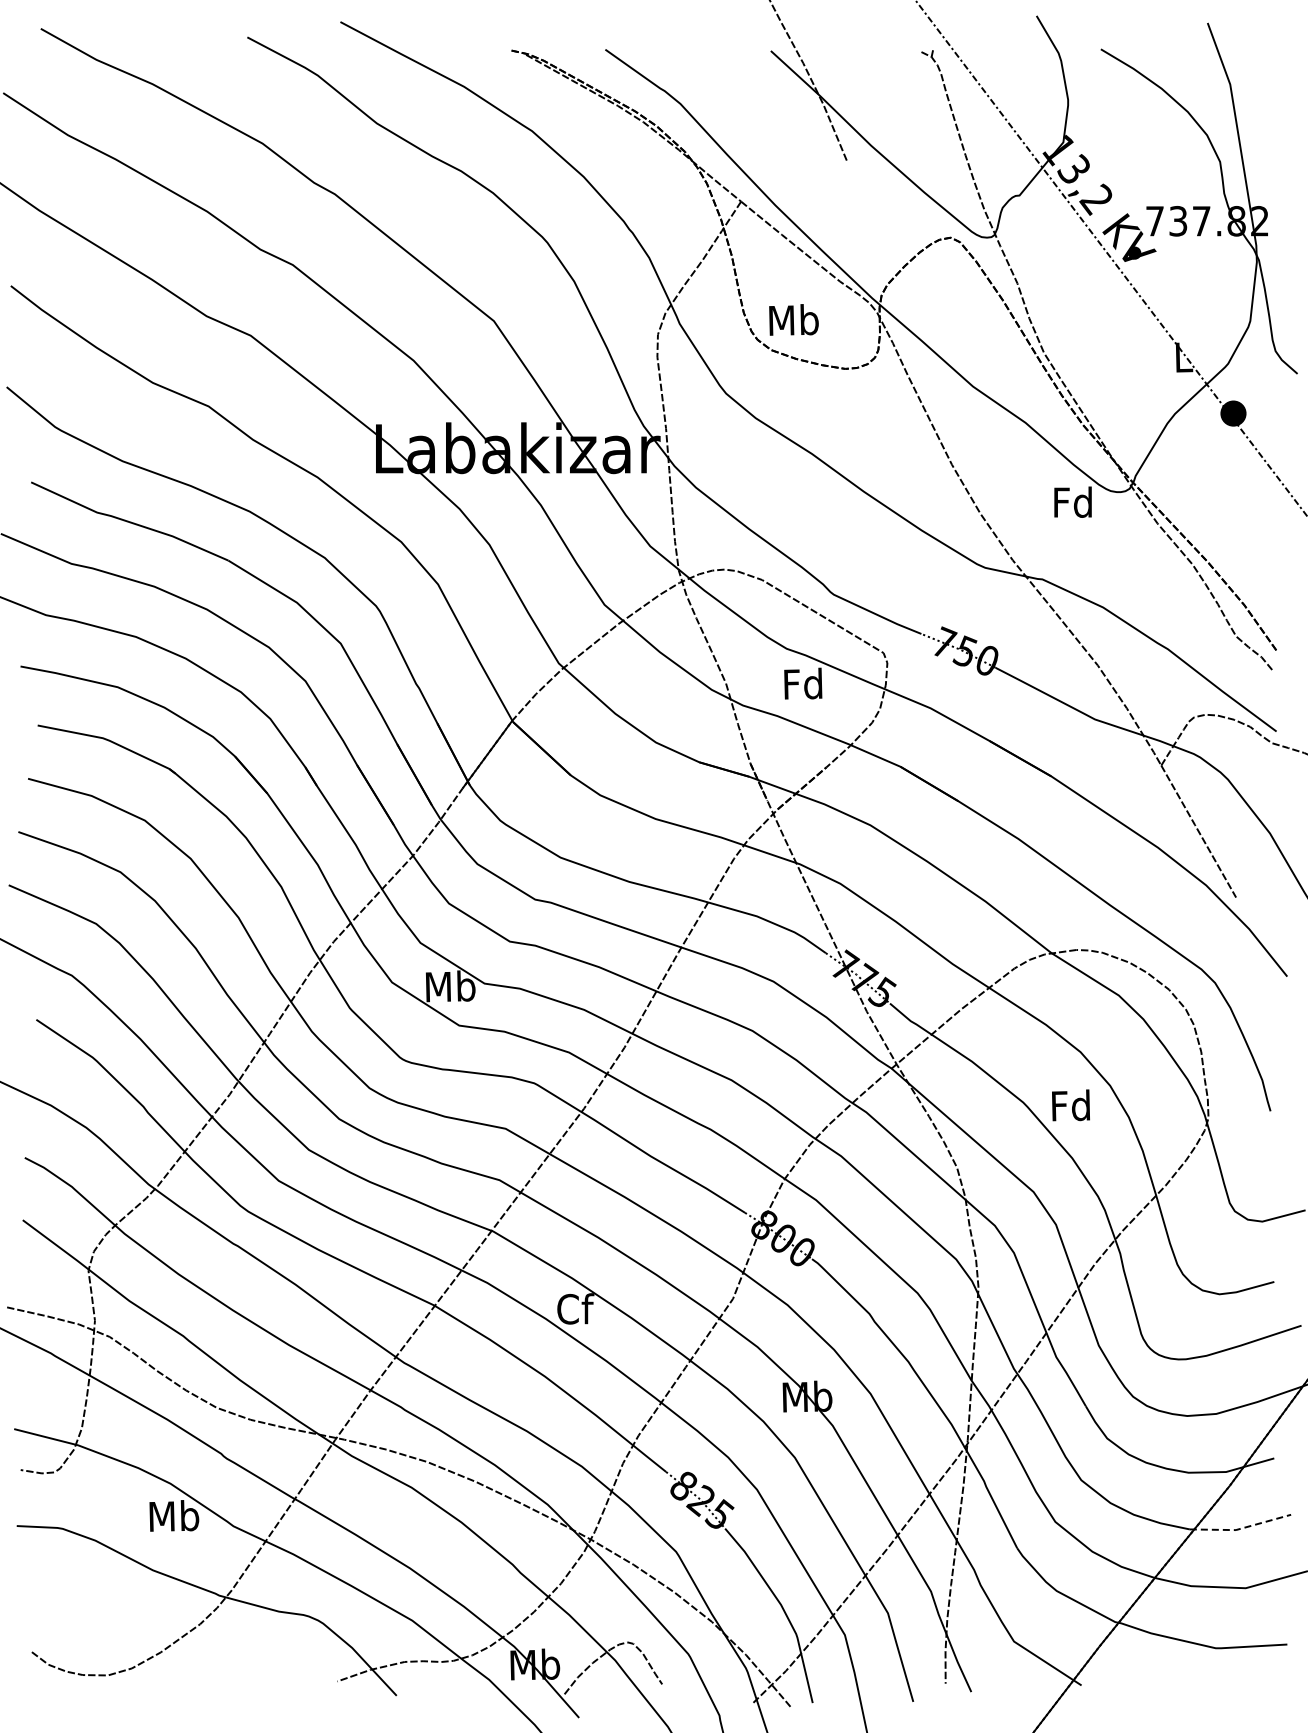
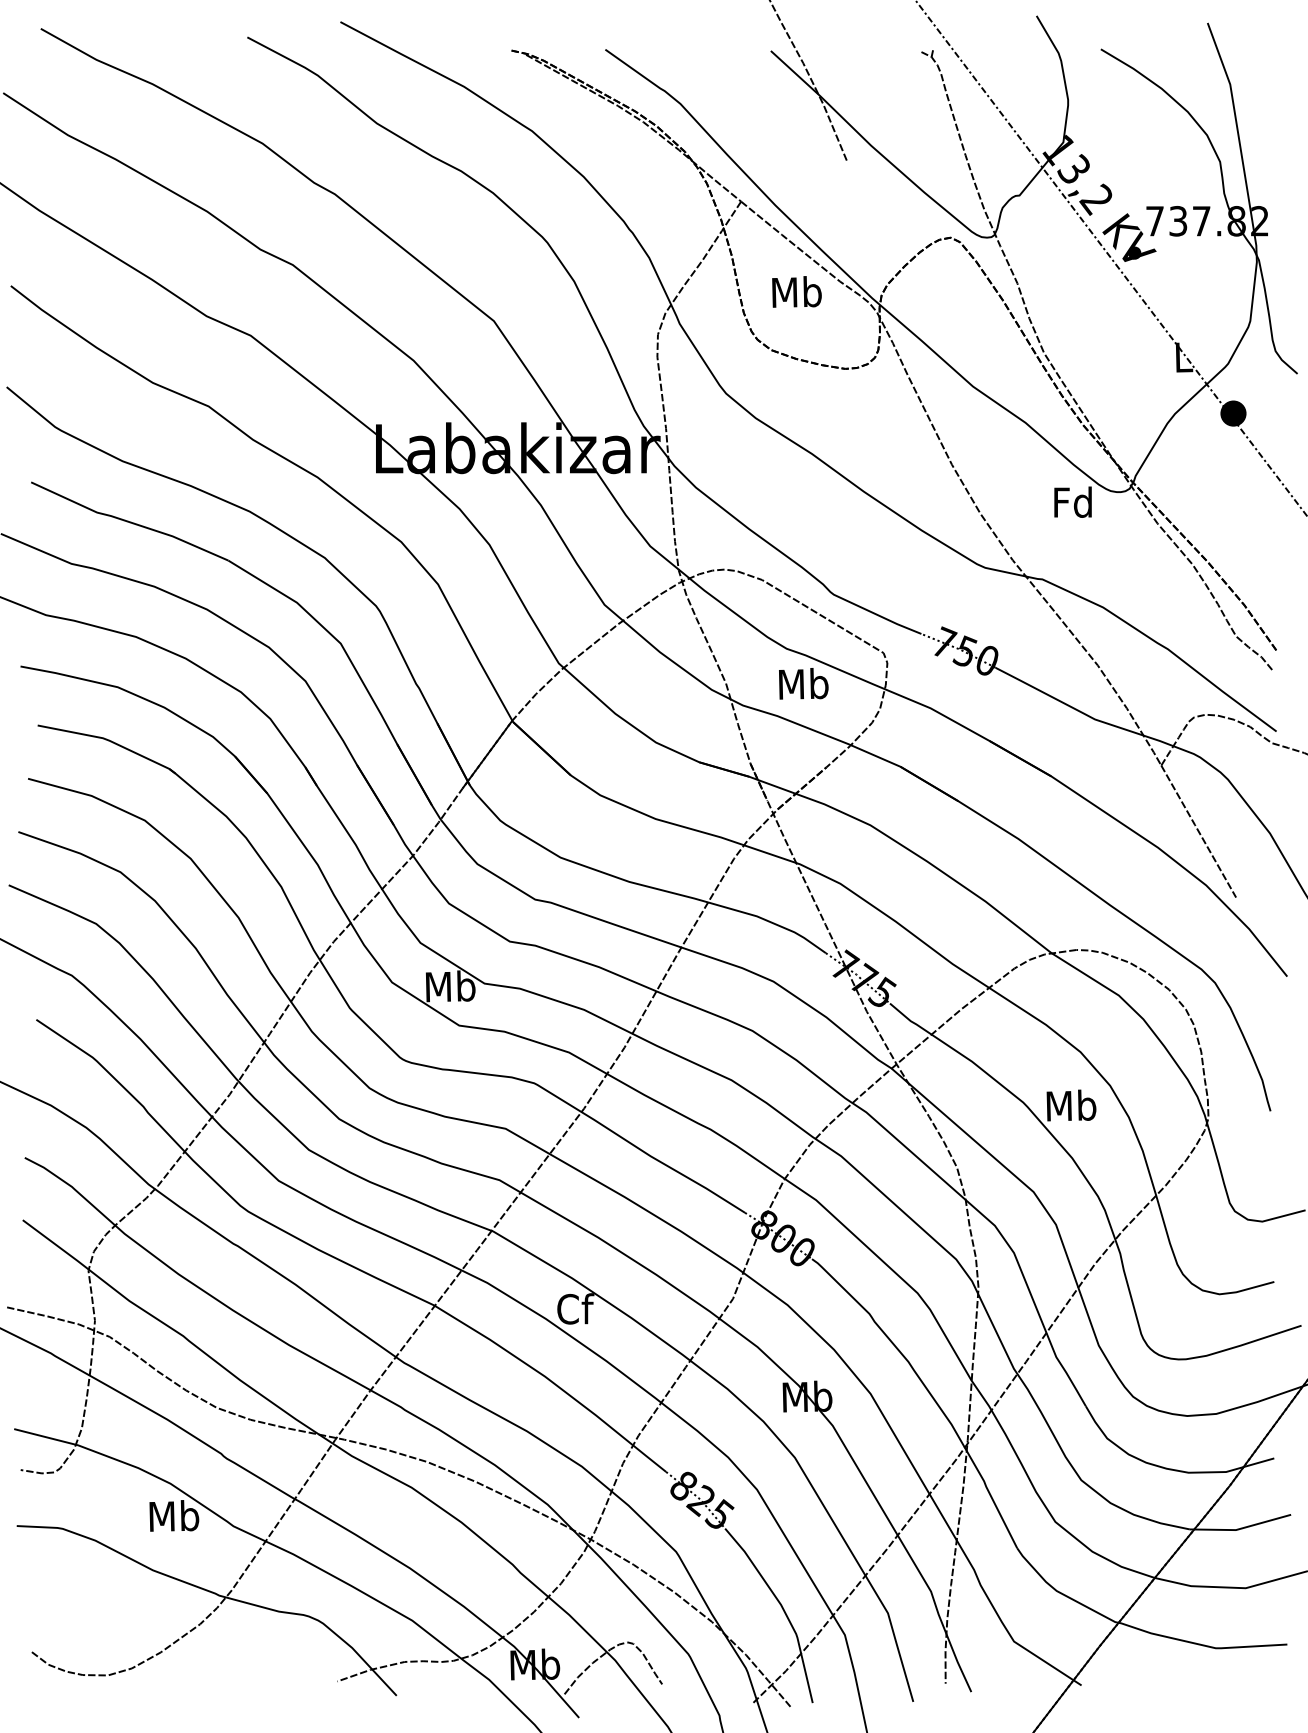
text at (793, 319) position: (793, 319) -> (796, 291)
text at (803, 683): Fd -> Mb
text at (1071, 1105): Fd -> Mb
line at (1240, 1528): dashed -> solid
